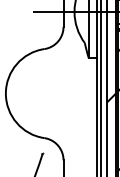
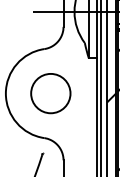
circle at (50, 93): none -> present
